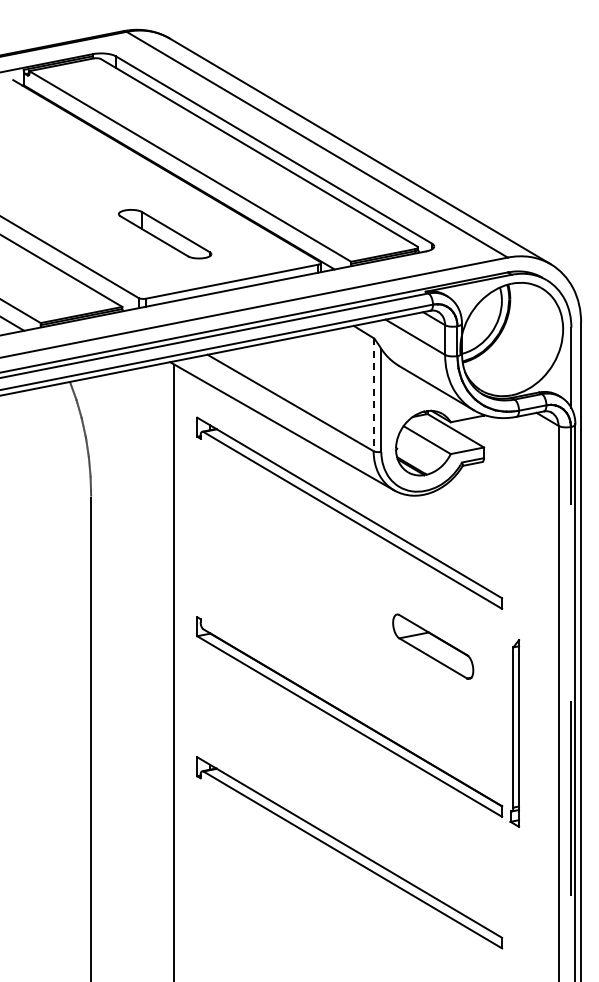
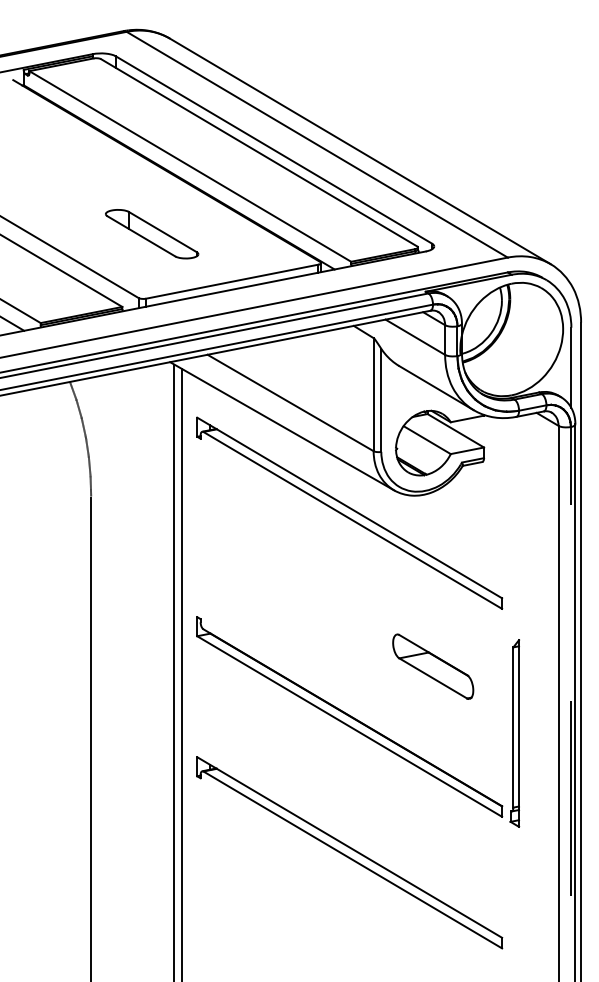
part at (165, 234) position: (165, 234) -> (152, 234)
line at (373, 394): dashed -> solid
part at (433, 646) position: (433, 646) -> (433, 666)
line at (182, 673): none -> present
